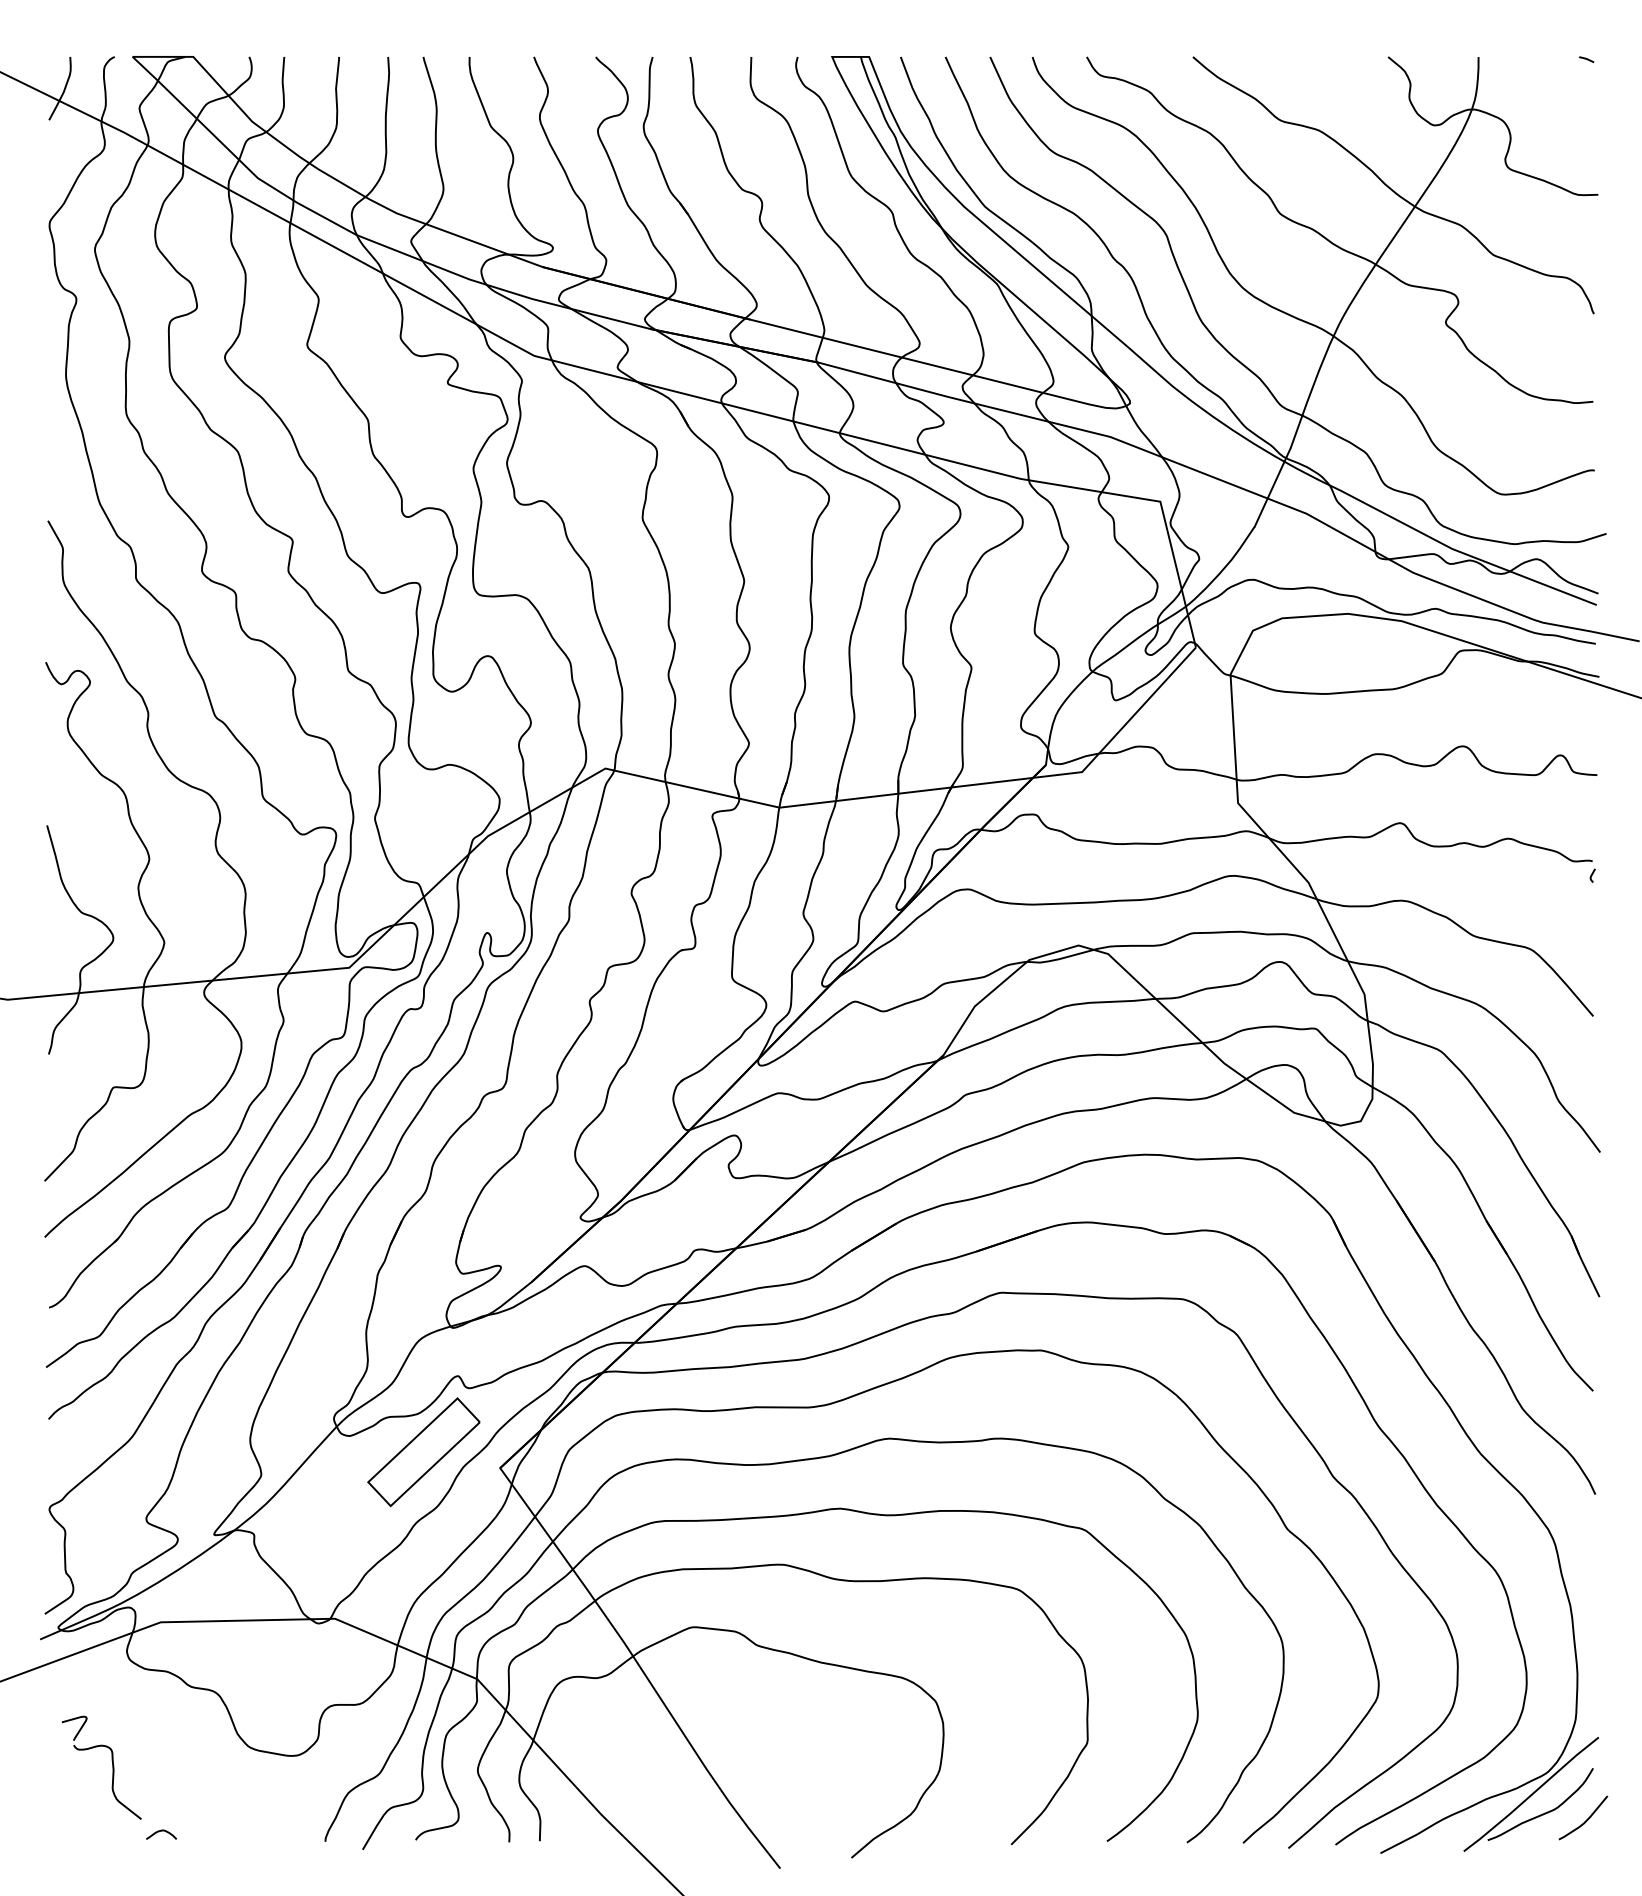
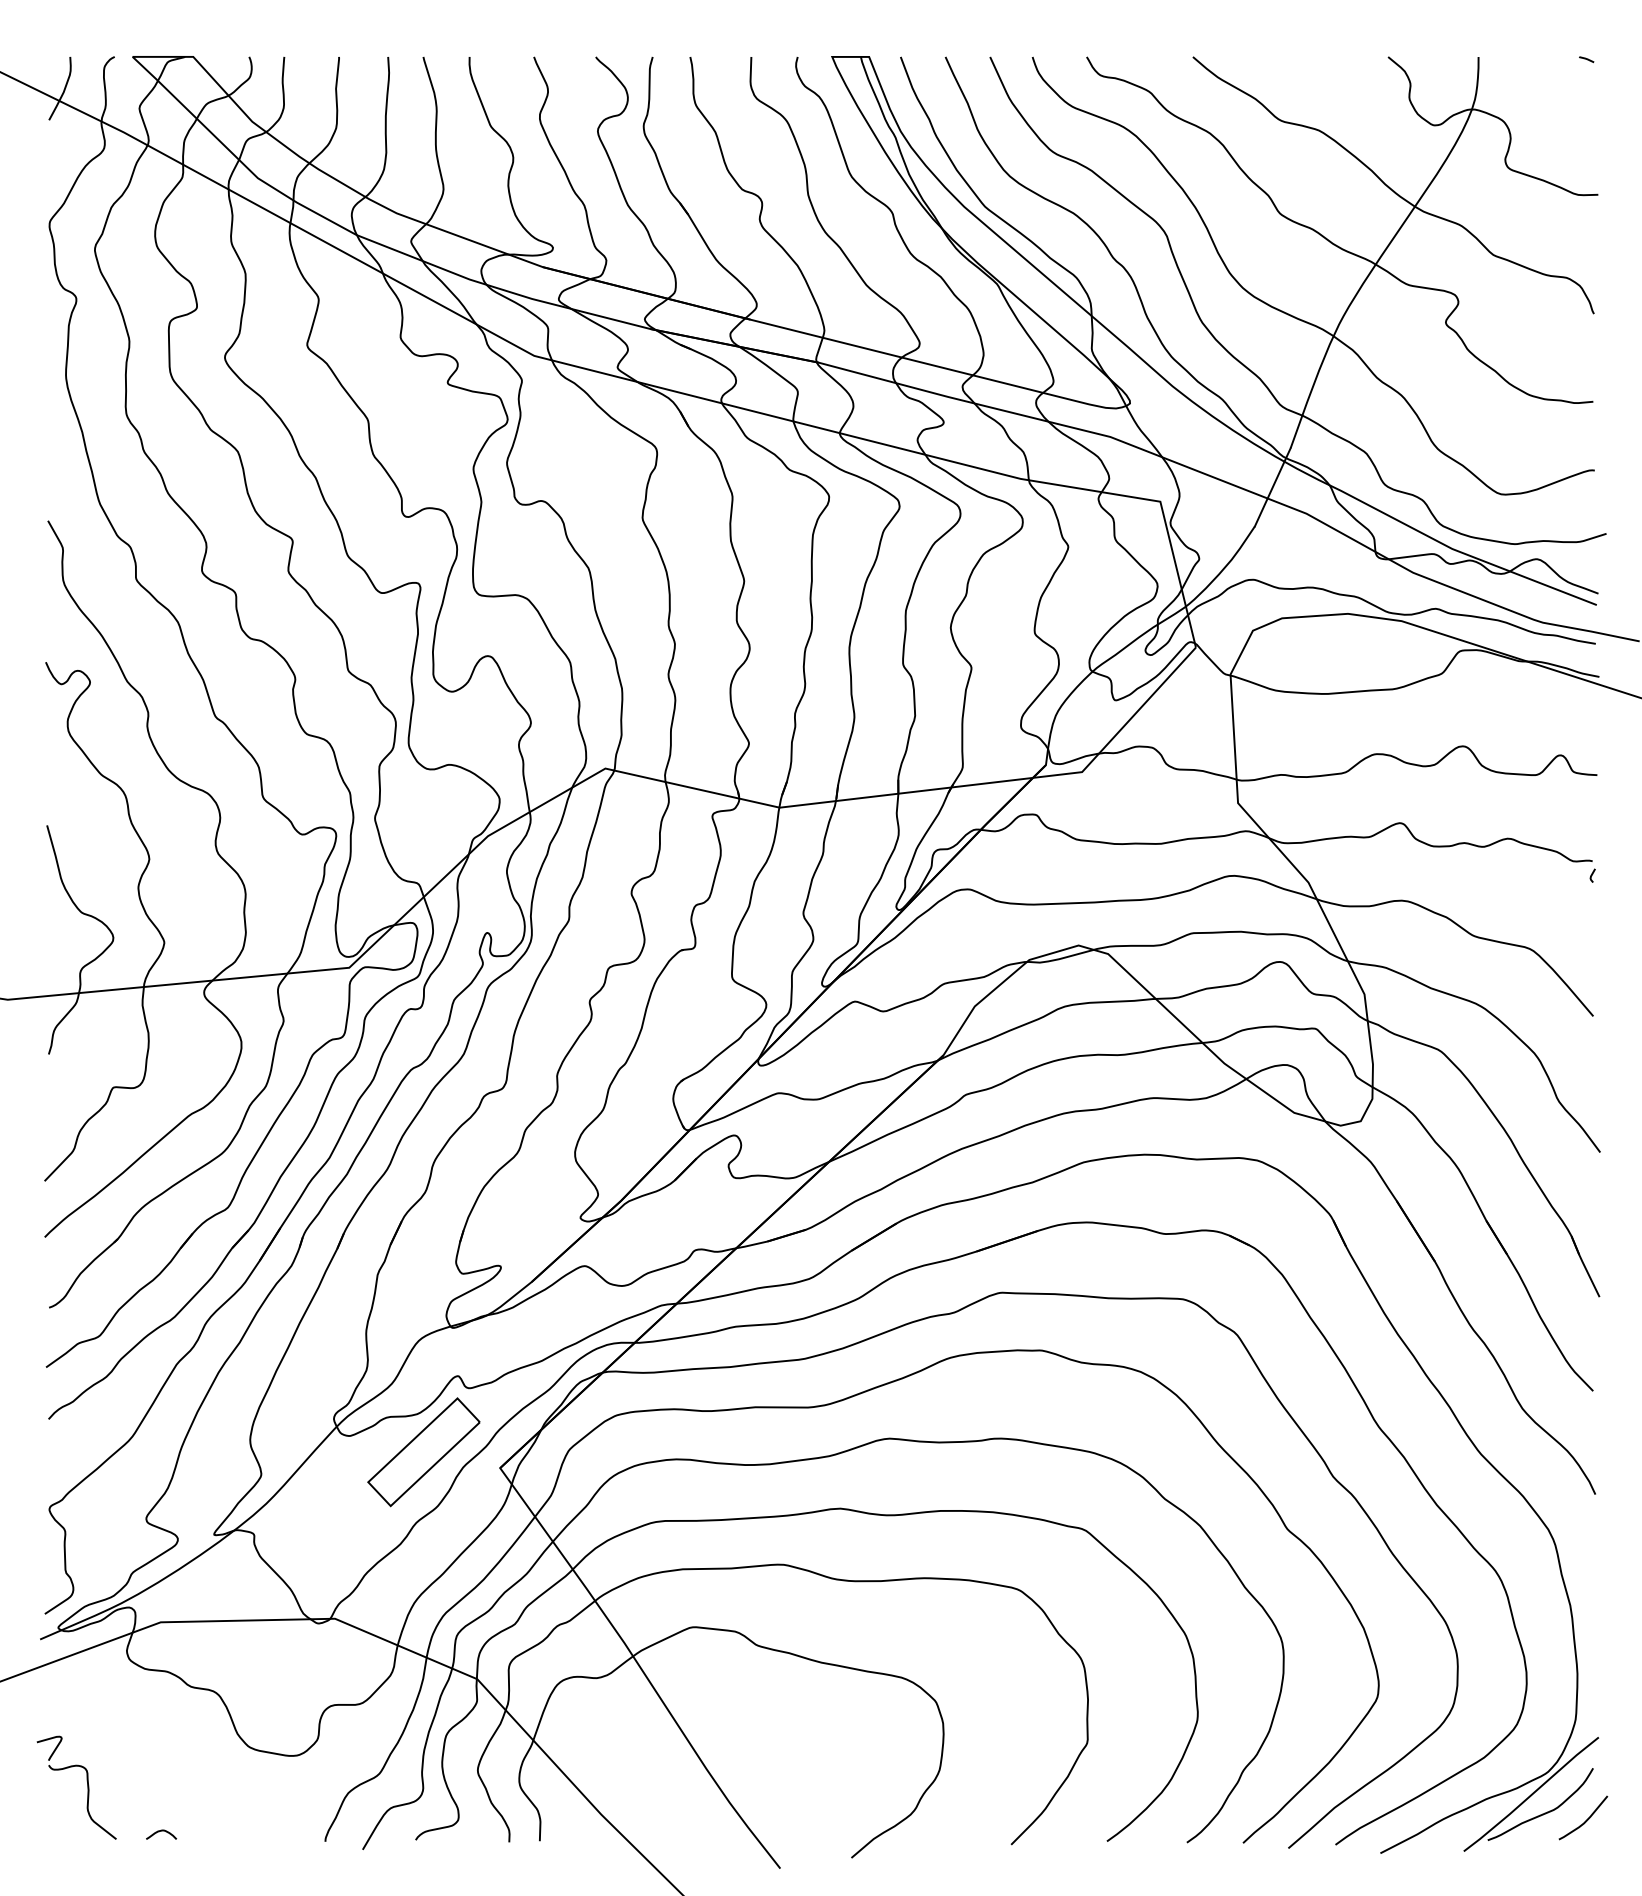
part at (112, 1767) position: (112, 1767) -> (87, 1787)
